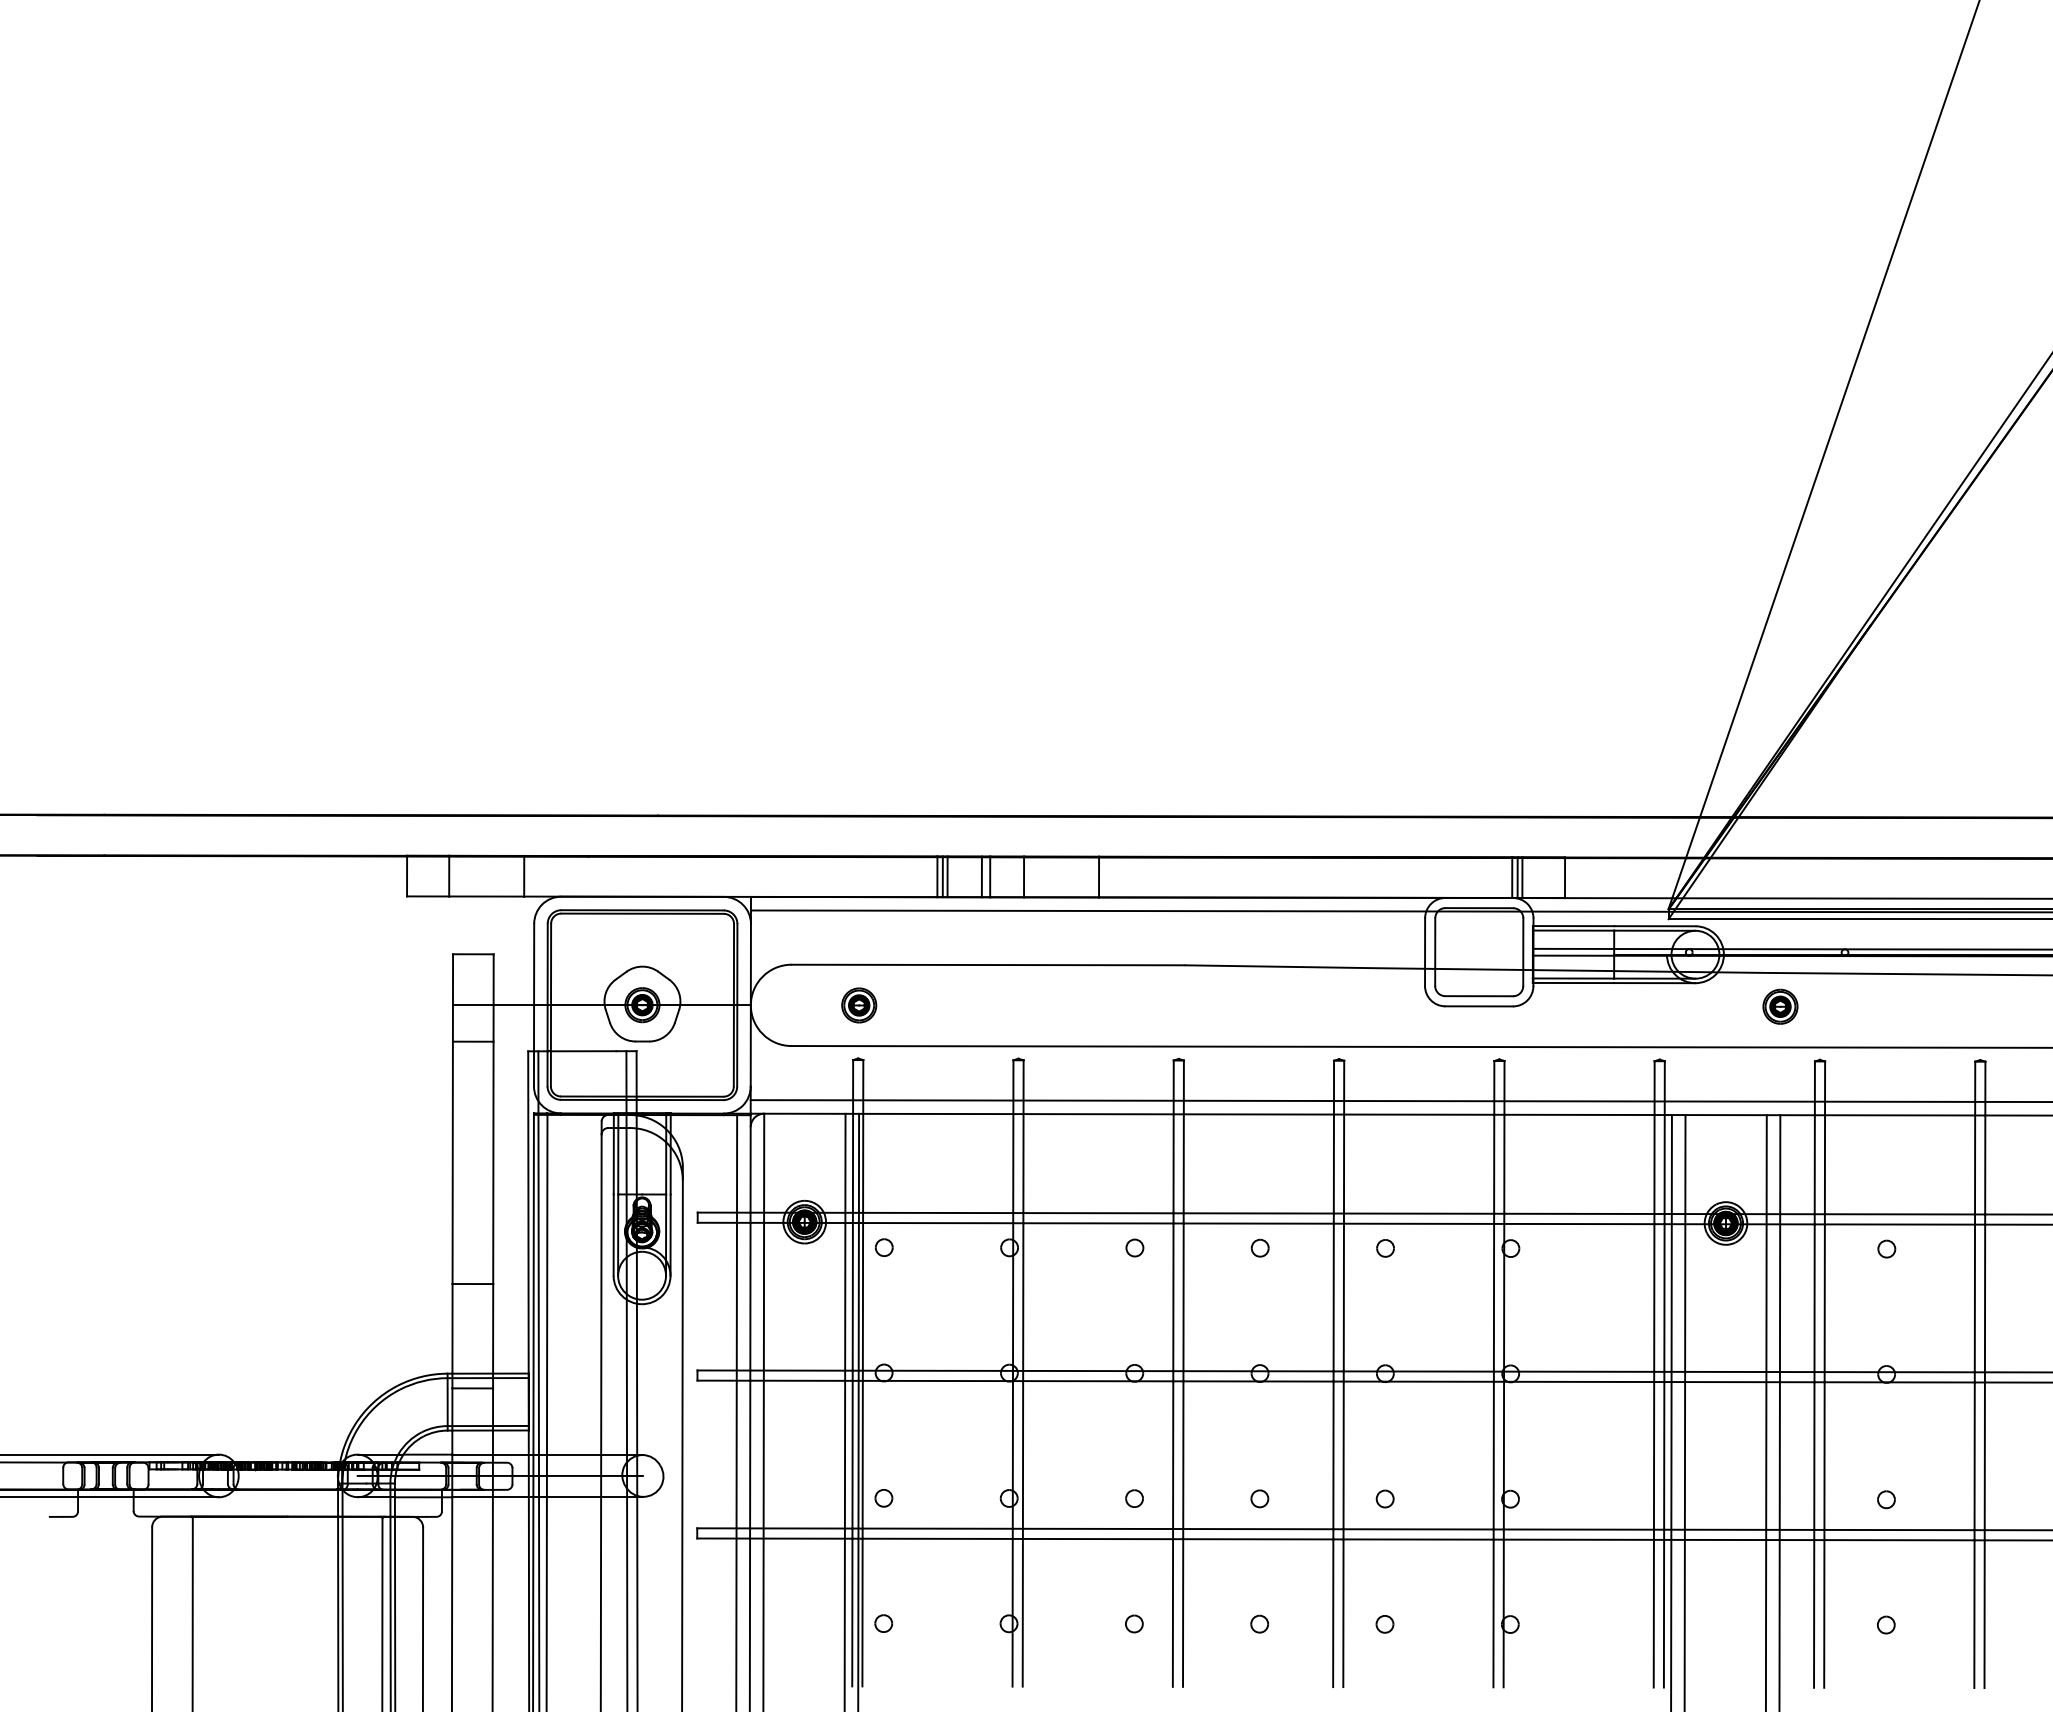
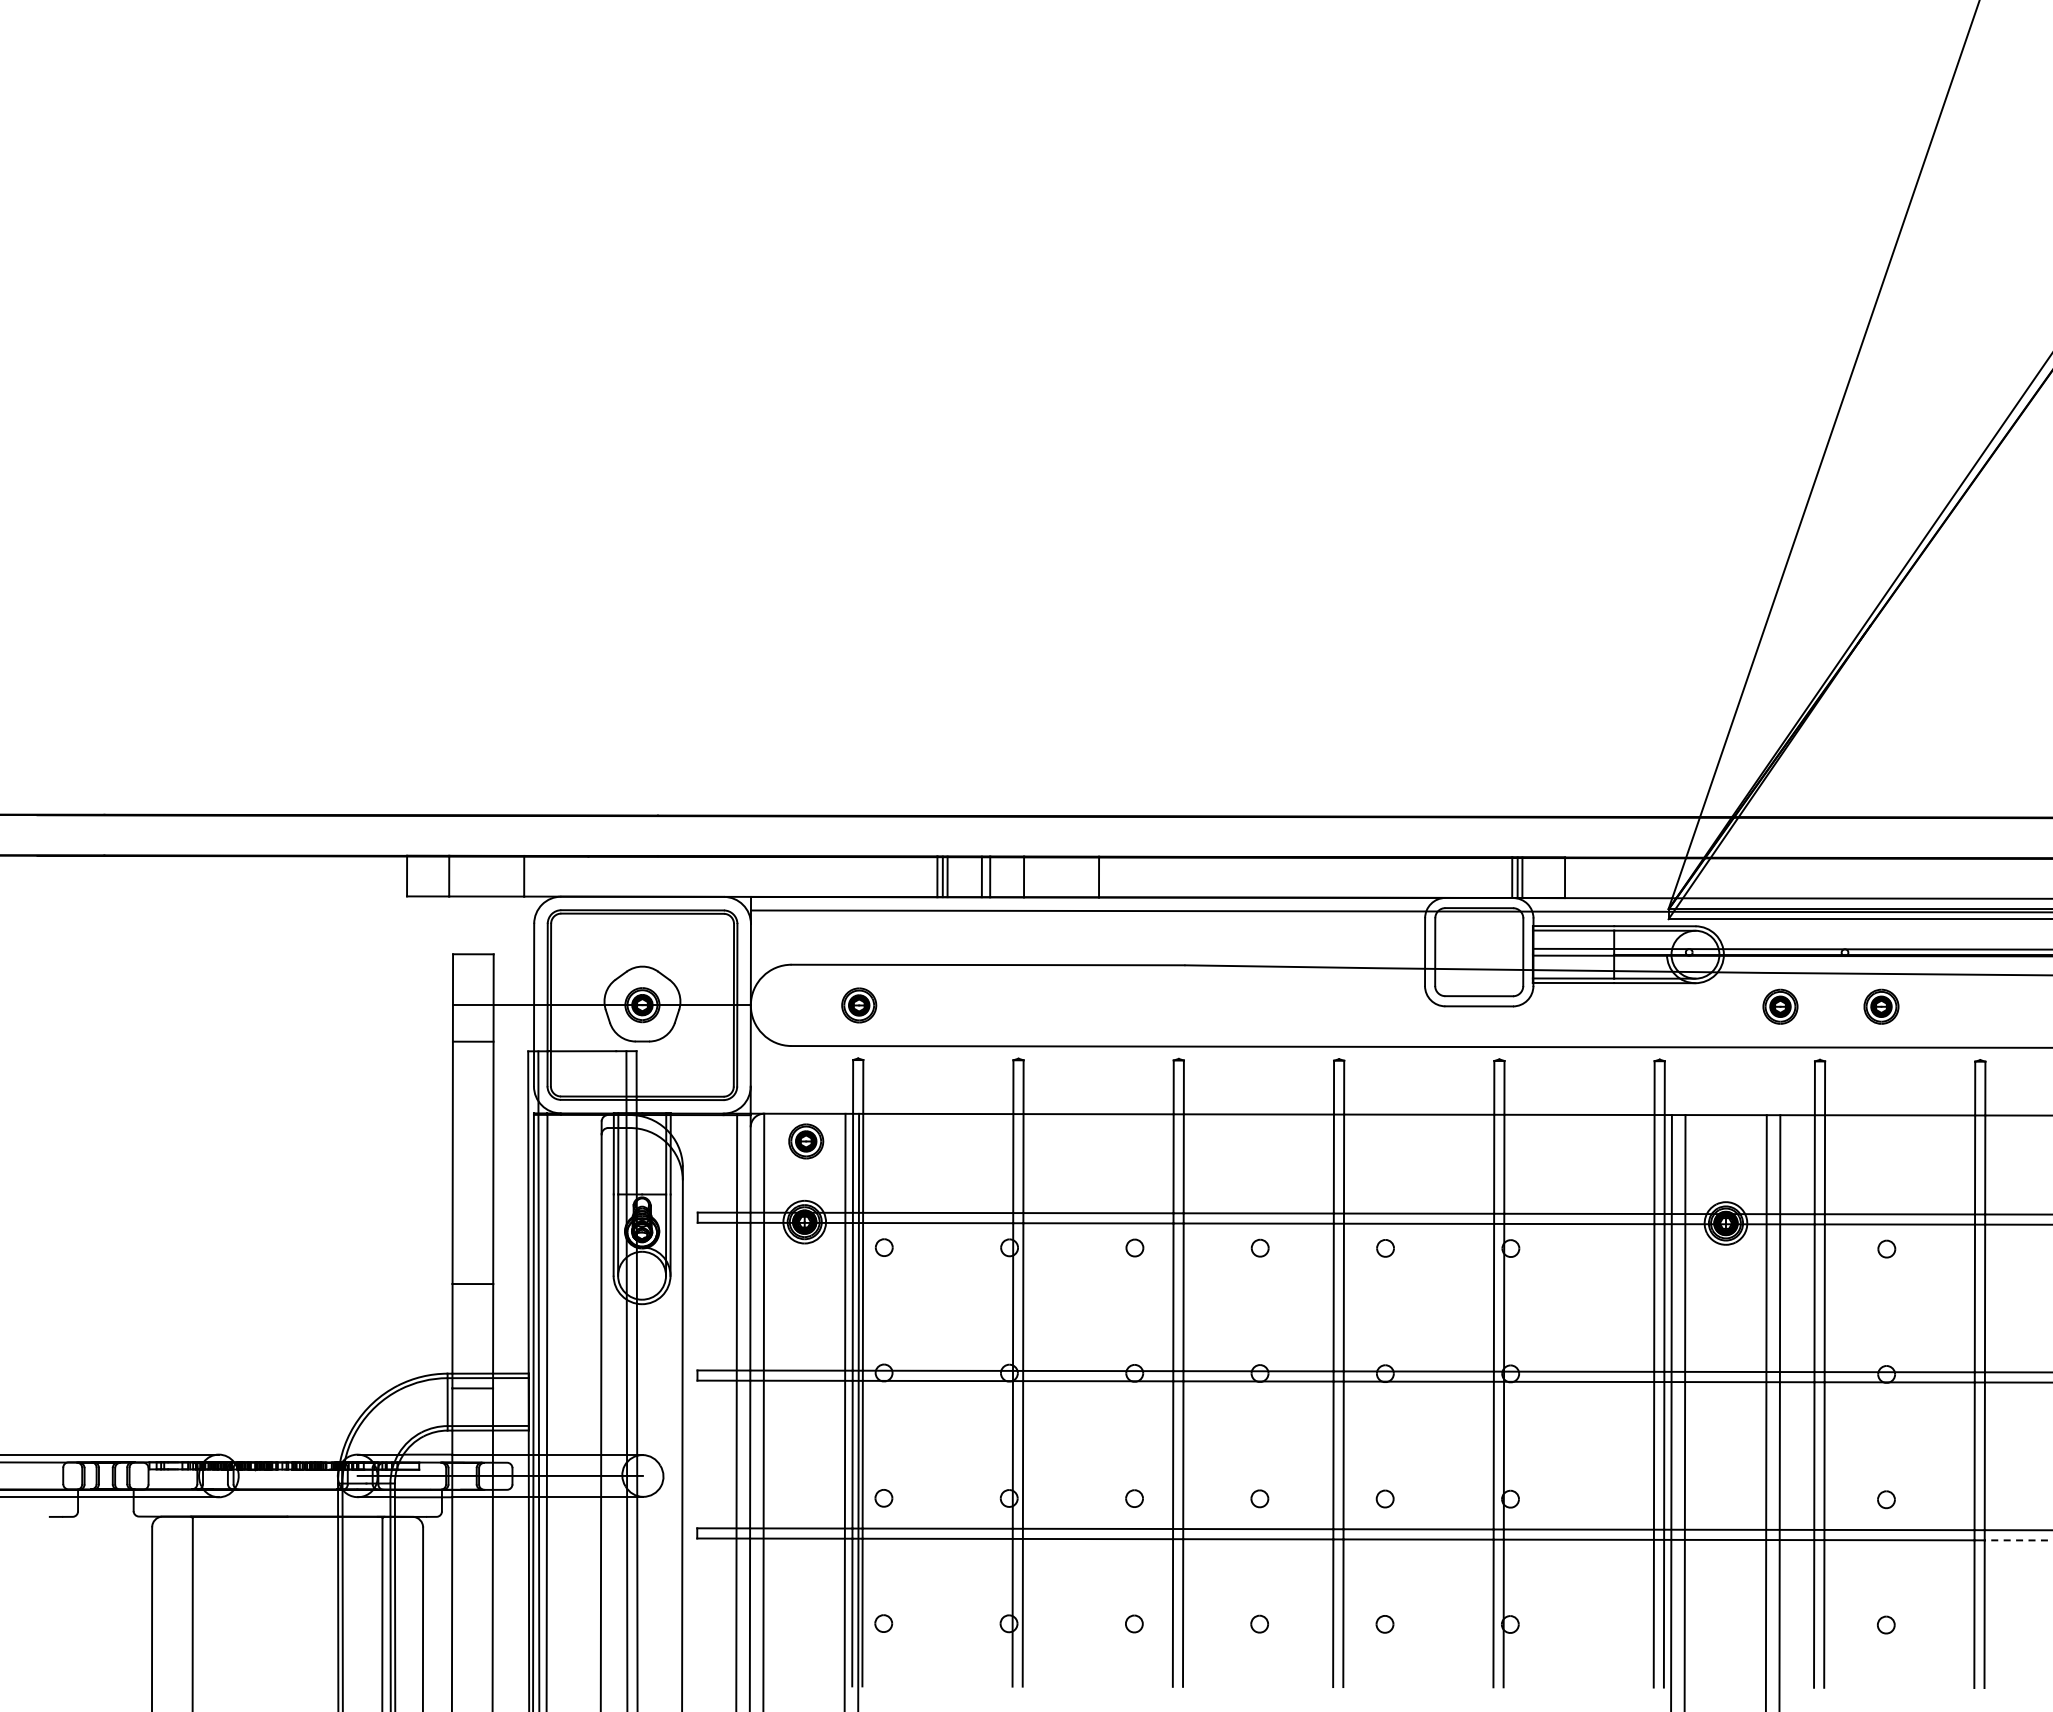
part at (1881, 1006): none -> present
line at (1399, 1101): present -> none
part at (806, 1141): none -> present
line at (2018, 1540): solid -> dashed
